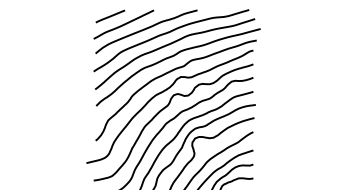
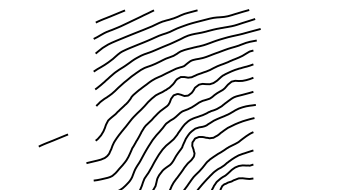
line at (53, 140): none -> present
